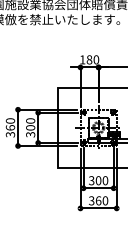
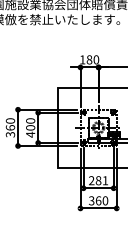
text at (30, 134): 300 -> 400
text at (98, 180): 300 -> 281
